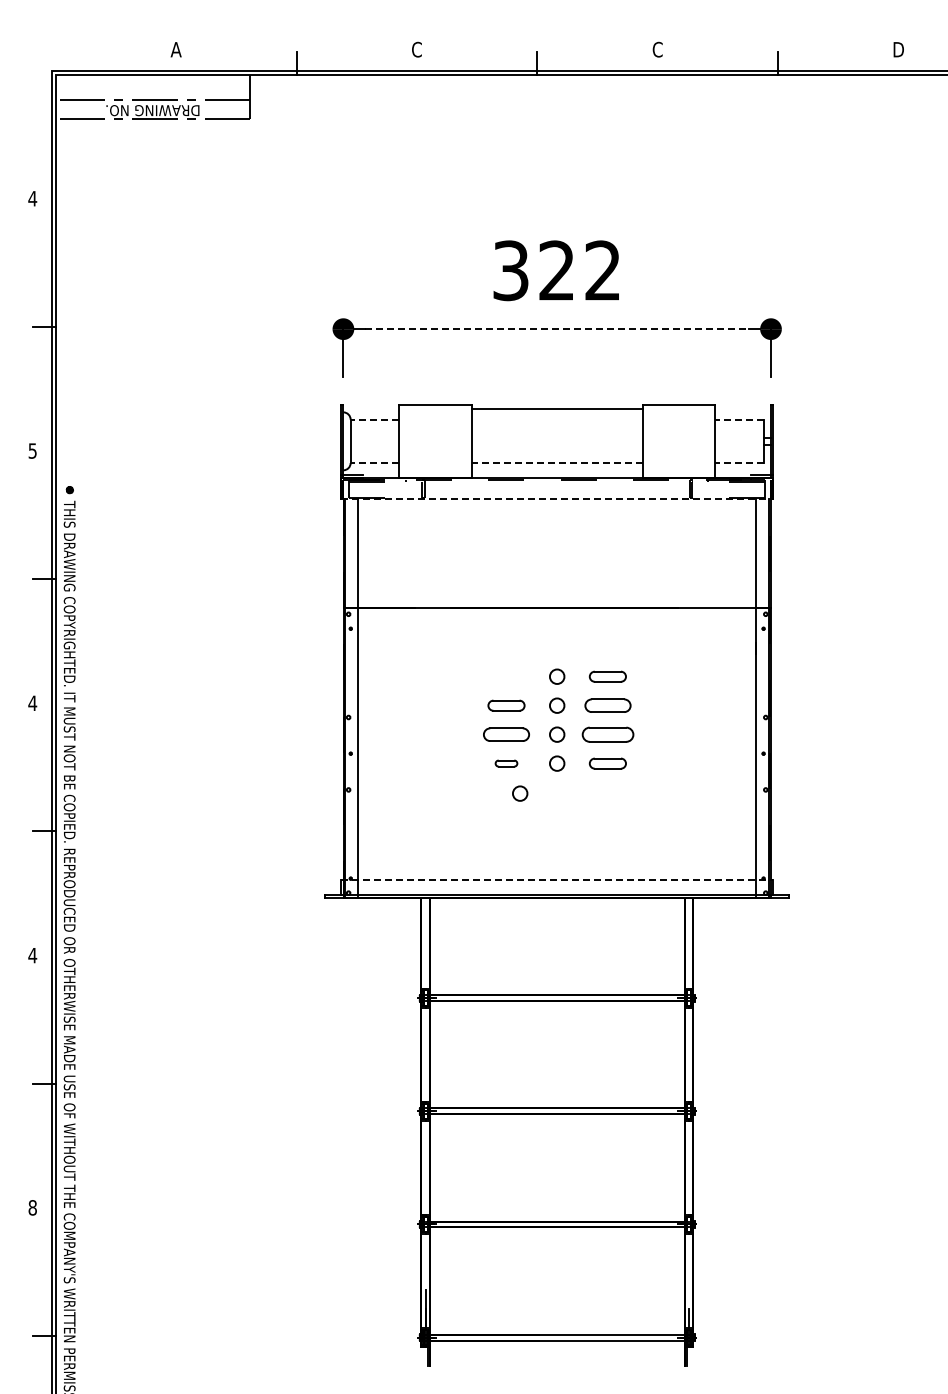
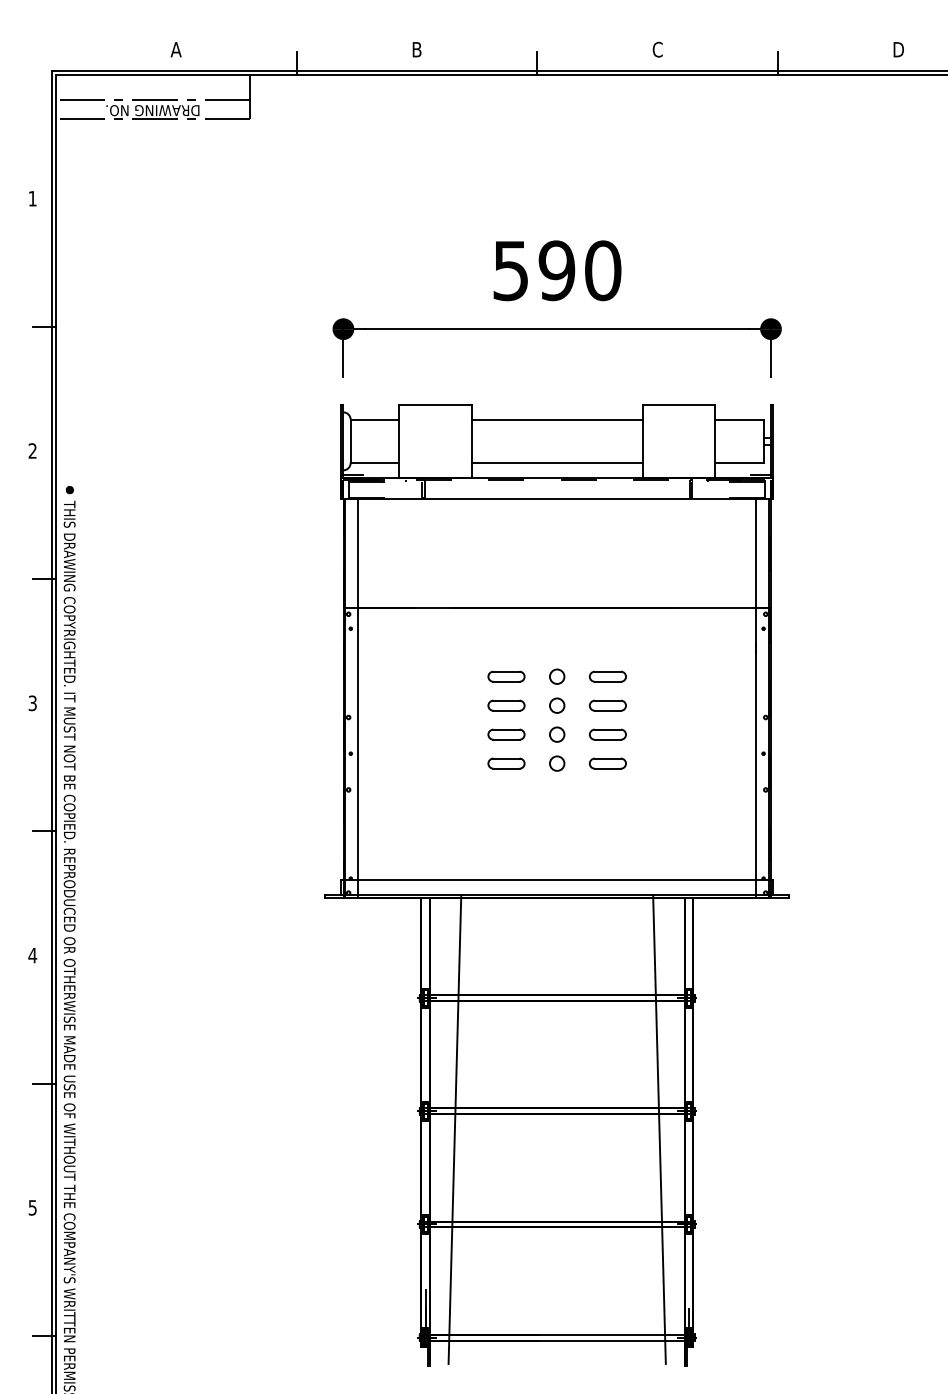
text at (416, 49): C -> B
text at (32, 198): 4 -> 1
text at (557, 270): 322 -> 590
line at (557, 329): dashed -> solid
line at (556, 408) position: (556, 408) -> (556, 419)
line at (374, 419): dashed -> solid
line at (739, 419): dashed -> solid
text at (32, 450): 5 -> 2
line at (374, 463): dashed -> solid
line at (557, 463): dashed -> solid
line at (739, 463): dashed -> solid
line at (557, 499): dashed -> solid
part at (506, 676): none -> present
text at (32, 703): 4 -> 3
part at (607, 705) size: 48x15 px -> 39x13 px
part at (506, 734) size: 47x15 px -> 39x13 px
part at (607, 734) size: 54x17 px -> 39x13 px
part at (506, 763) size: 25x9 px -> 39x13 px
circle at (520, 793): present -> none
line at (557, 879): dashed -> solid
line at (454, 1129): none -> present
line at (659, 1129): none -> present
text at (32, 1207): 8 -> 5
